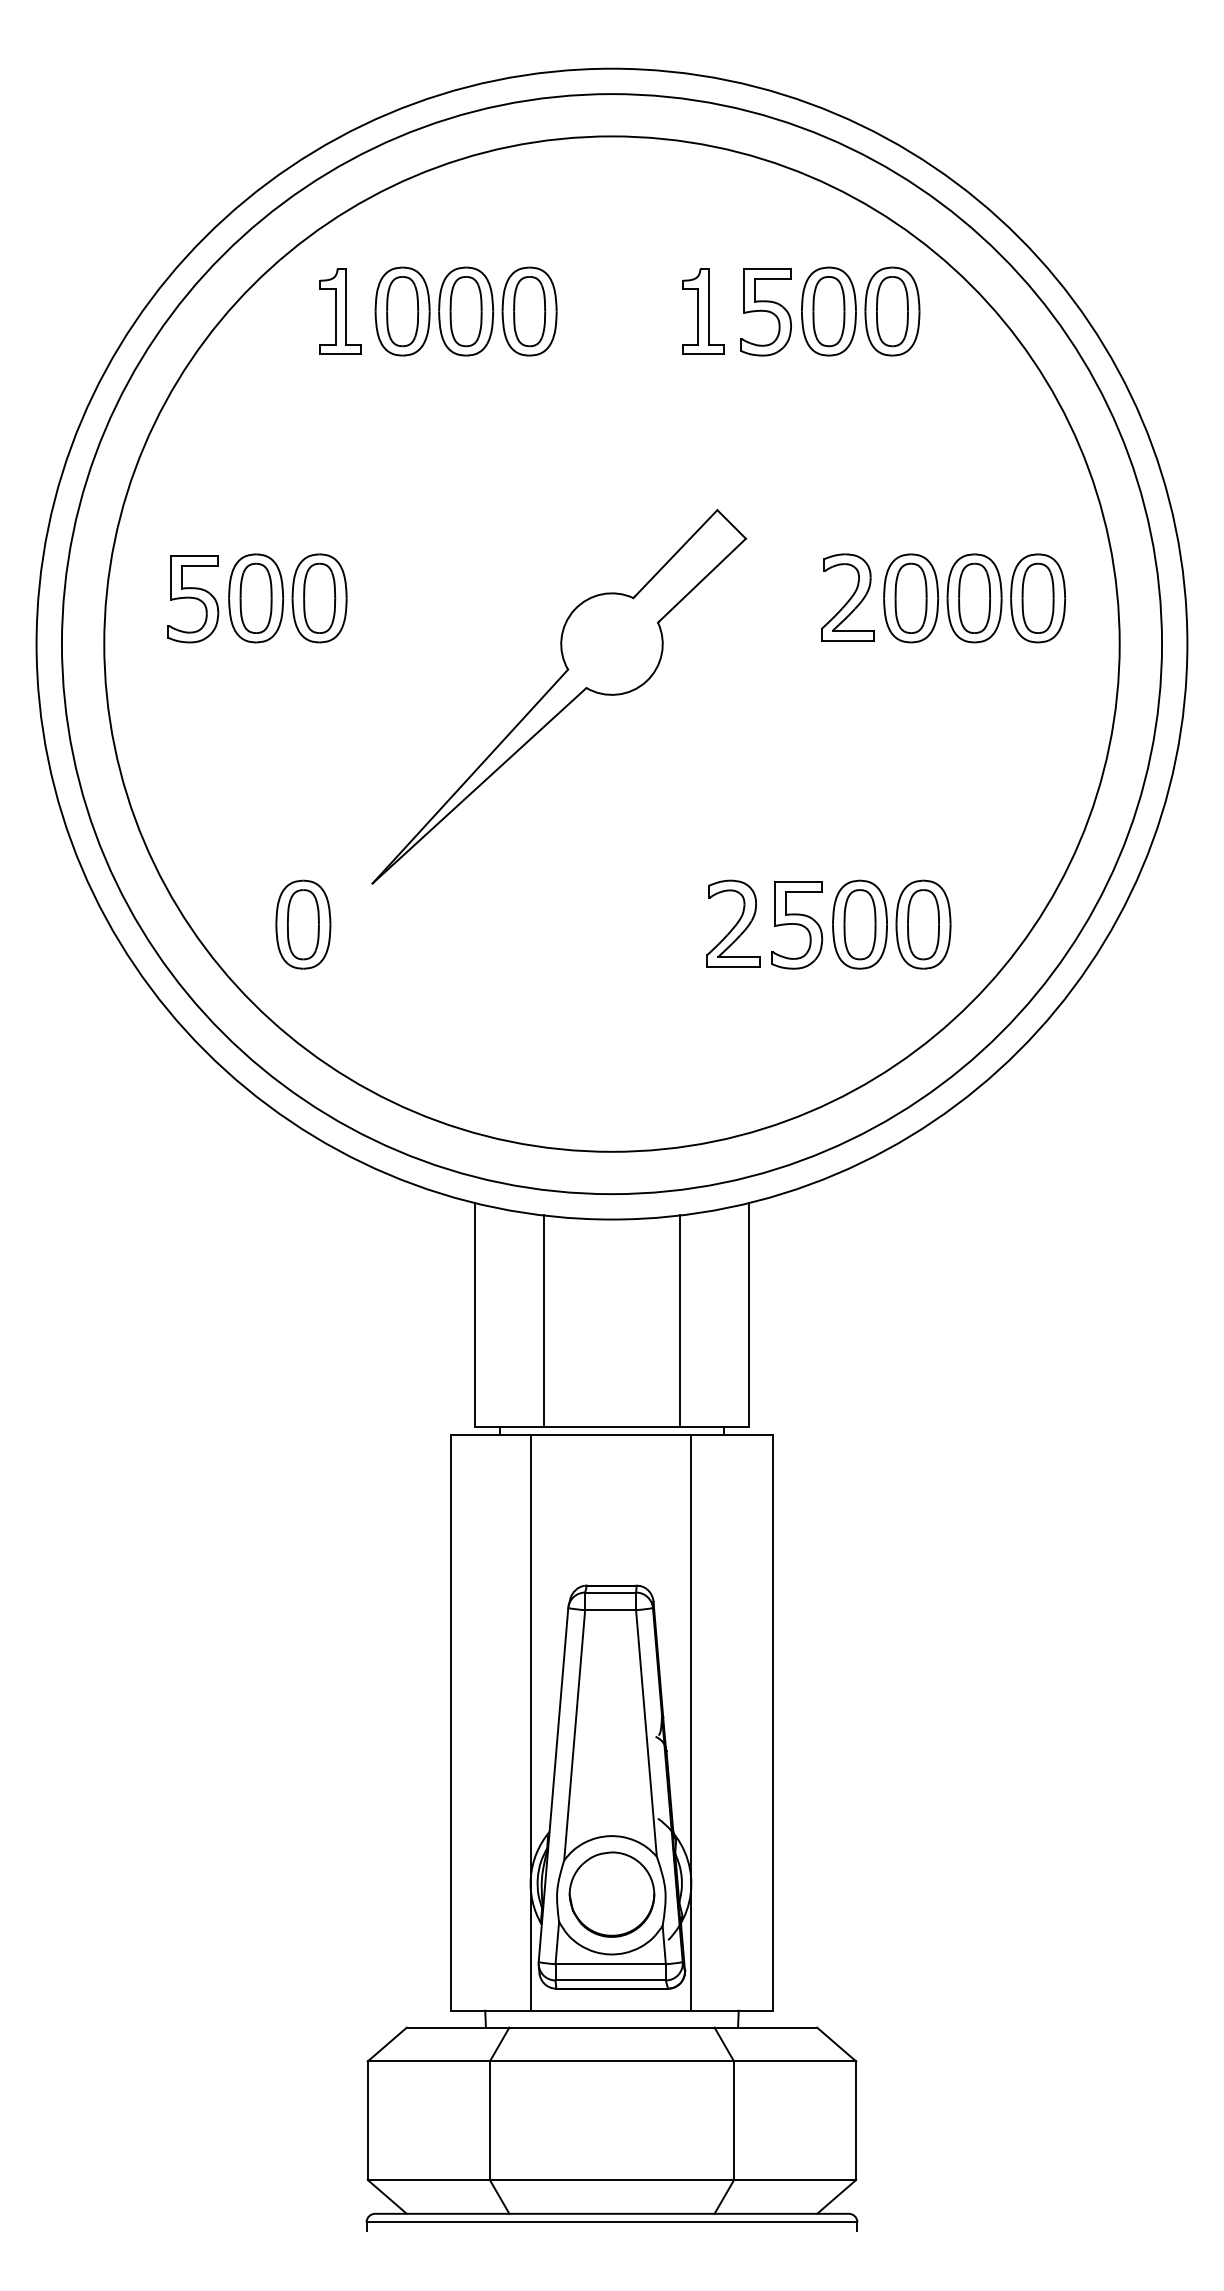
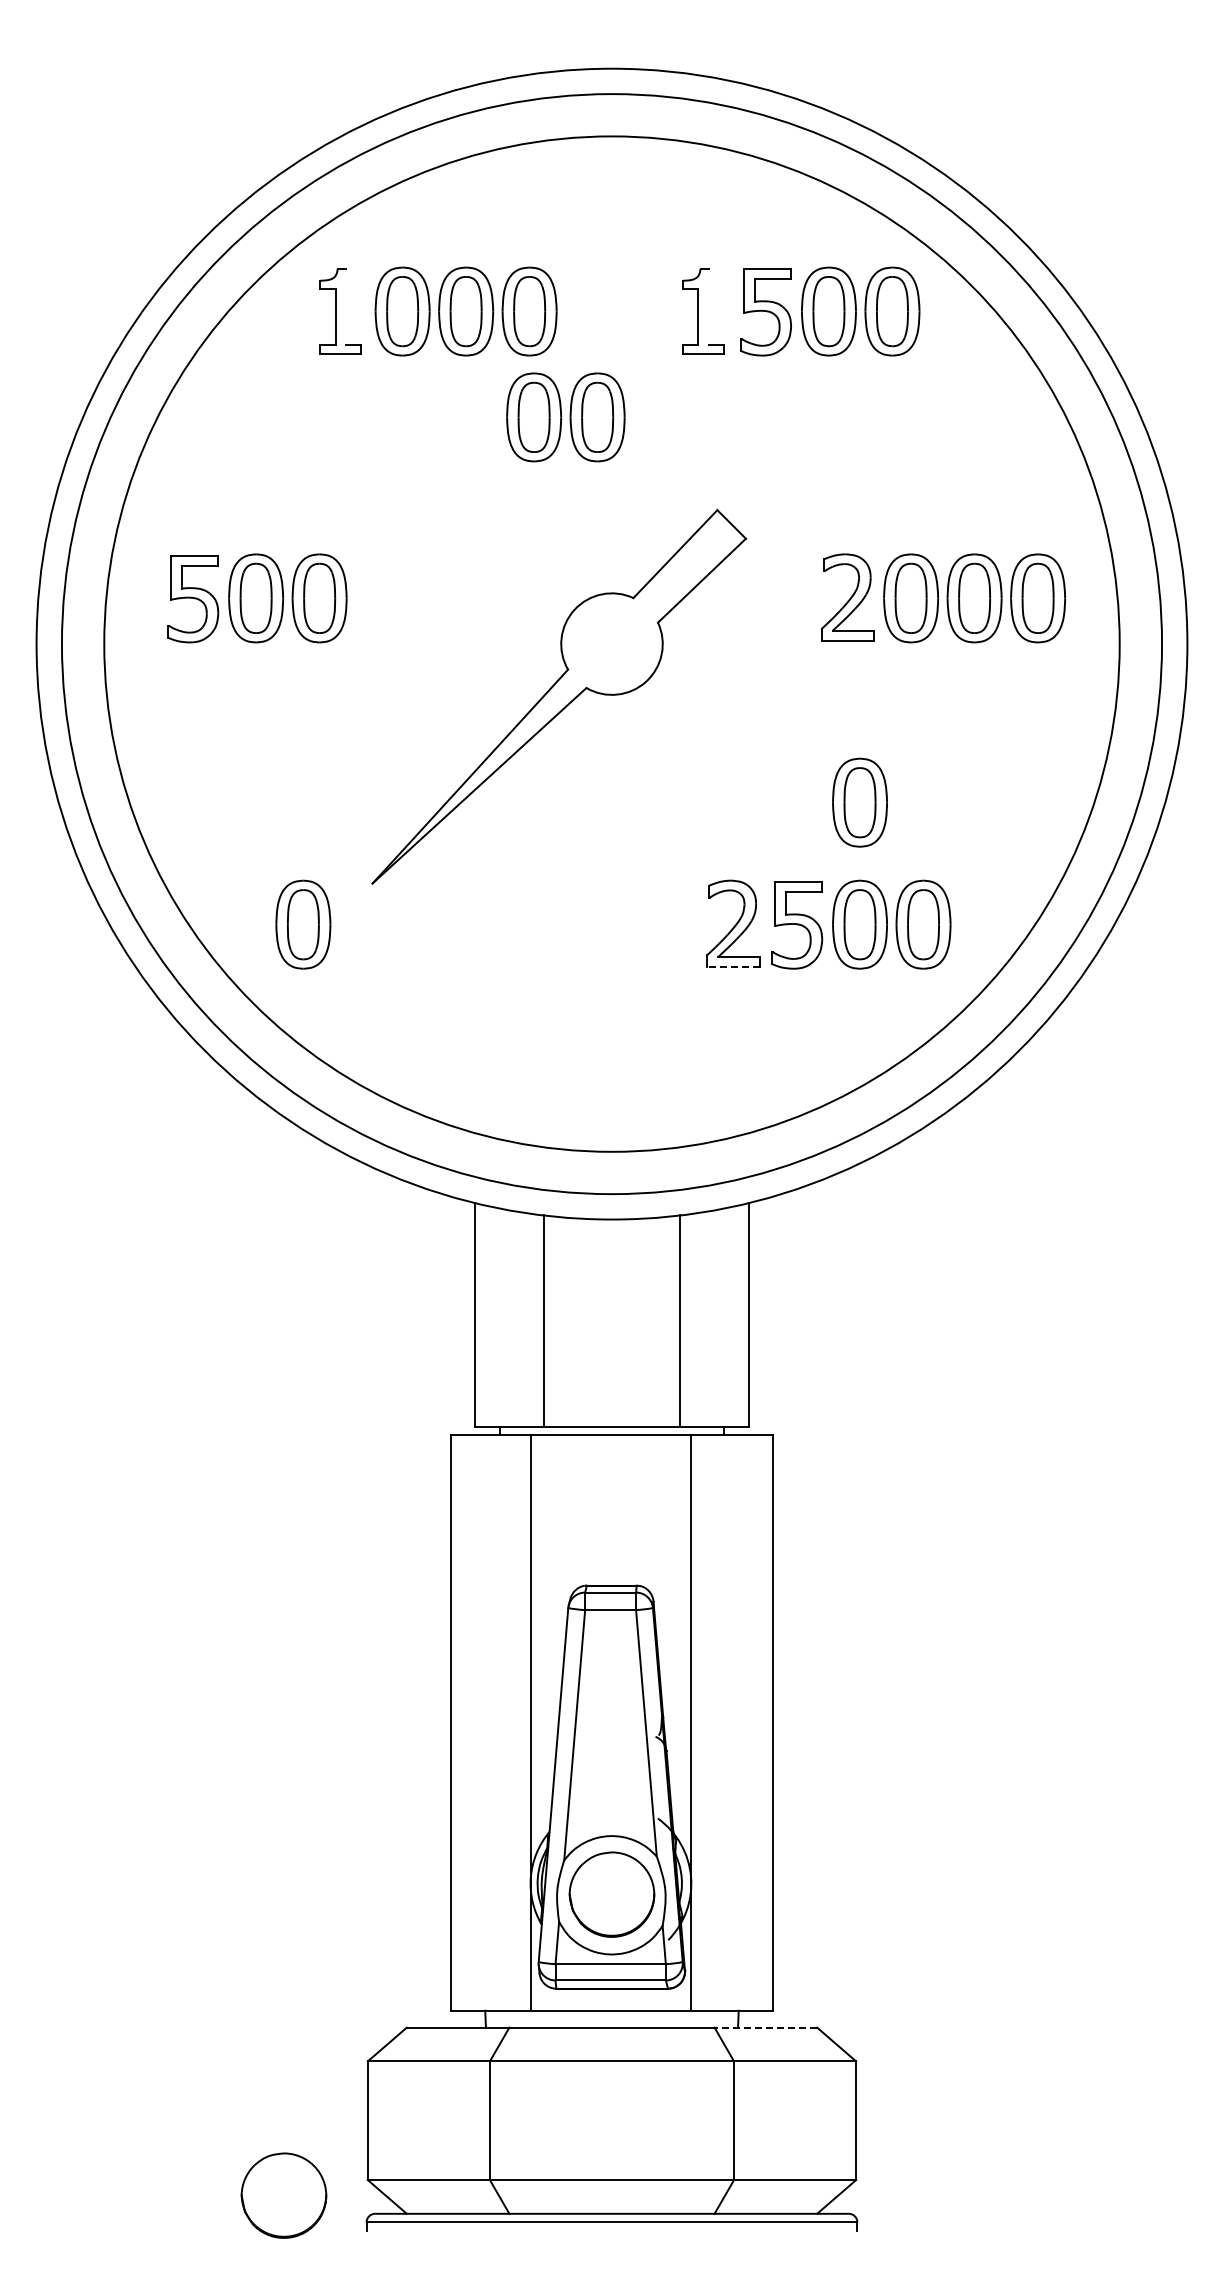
line at (346, 306): present -> none
line at (709, 306): present -> none
part at (565, 417): none -> present
part at (859, 802): none -> present
line at (733, 967): solid -> dashed
line at (765, 2027): solid -> dashed
part at (283, 2195): none -> present
